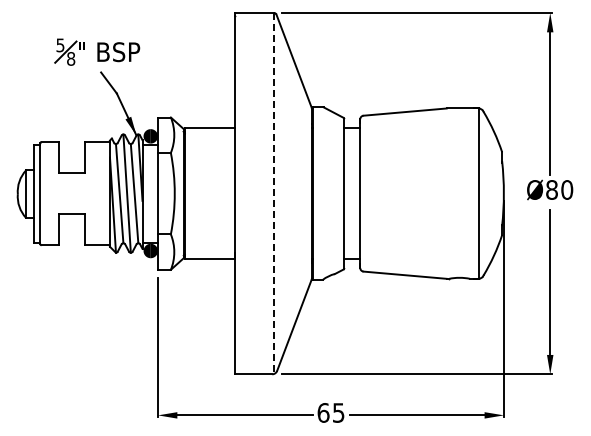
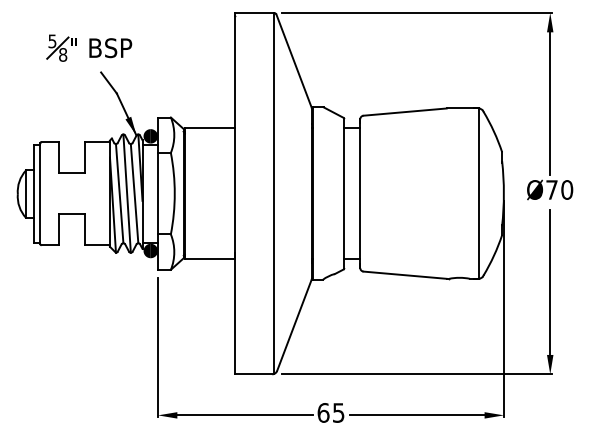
part at (97, 51) position: (97, 51) -> (89, 47)
text at (551, 189): Ø80 -> Ø70
line at (274, 193): dashed -> solid
